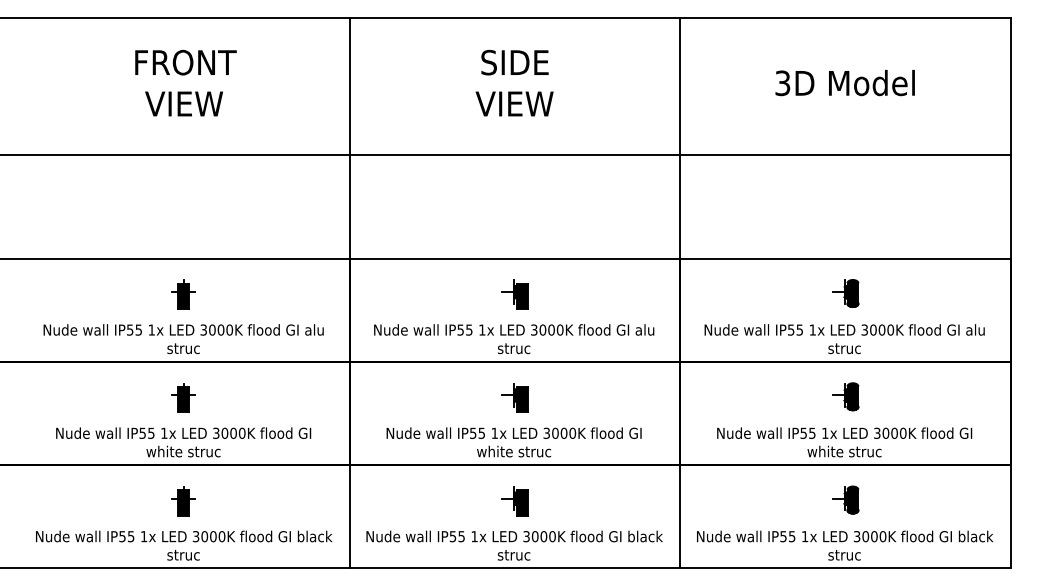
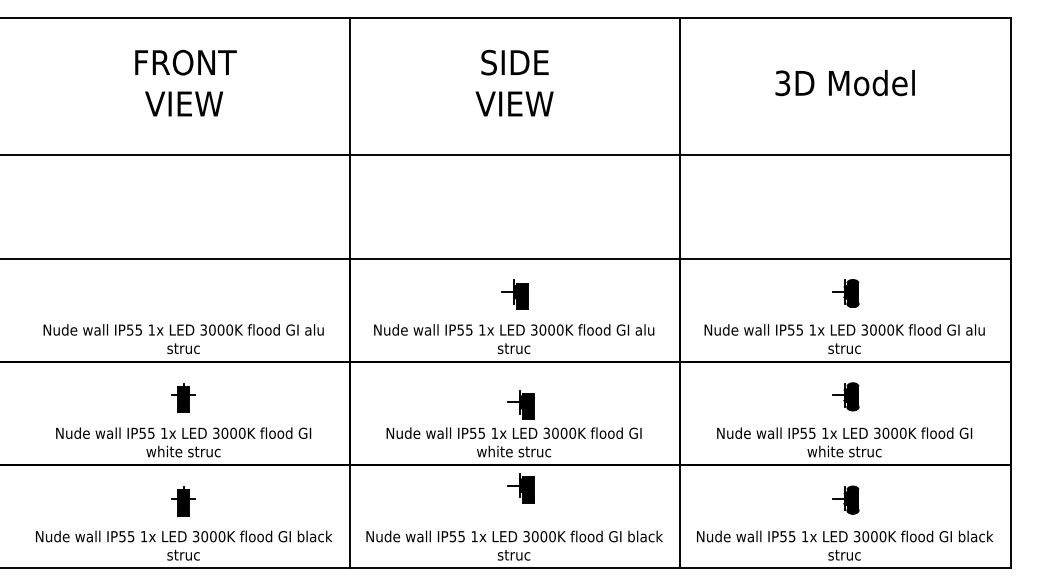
part at (183, 294): present -> none
part at (514, 397) position: (514, 397) -> (520, 404)
part at (514, 501) position: (514, 501) -> (520, 488)
